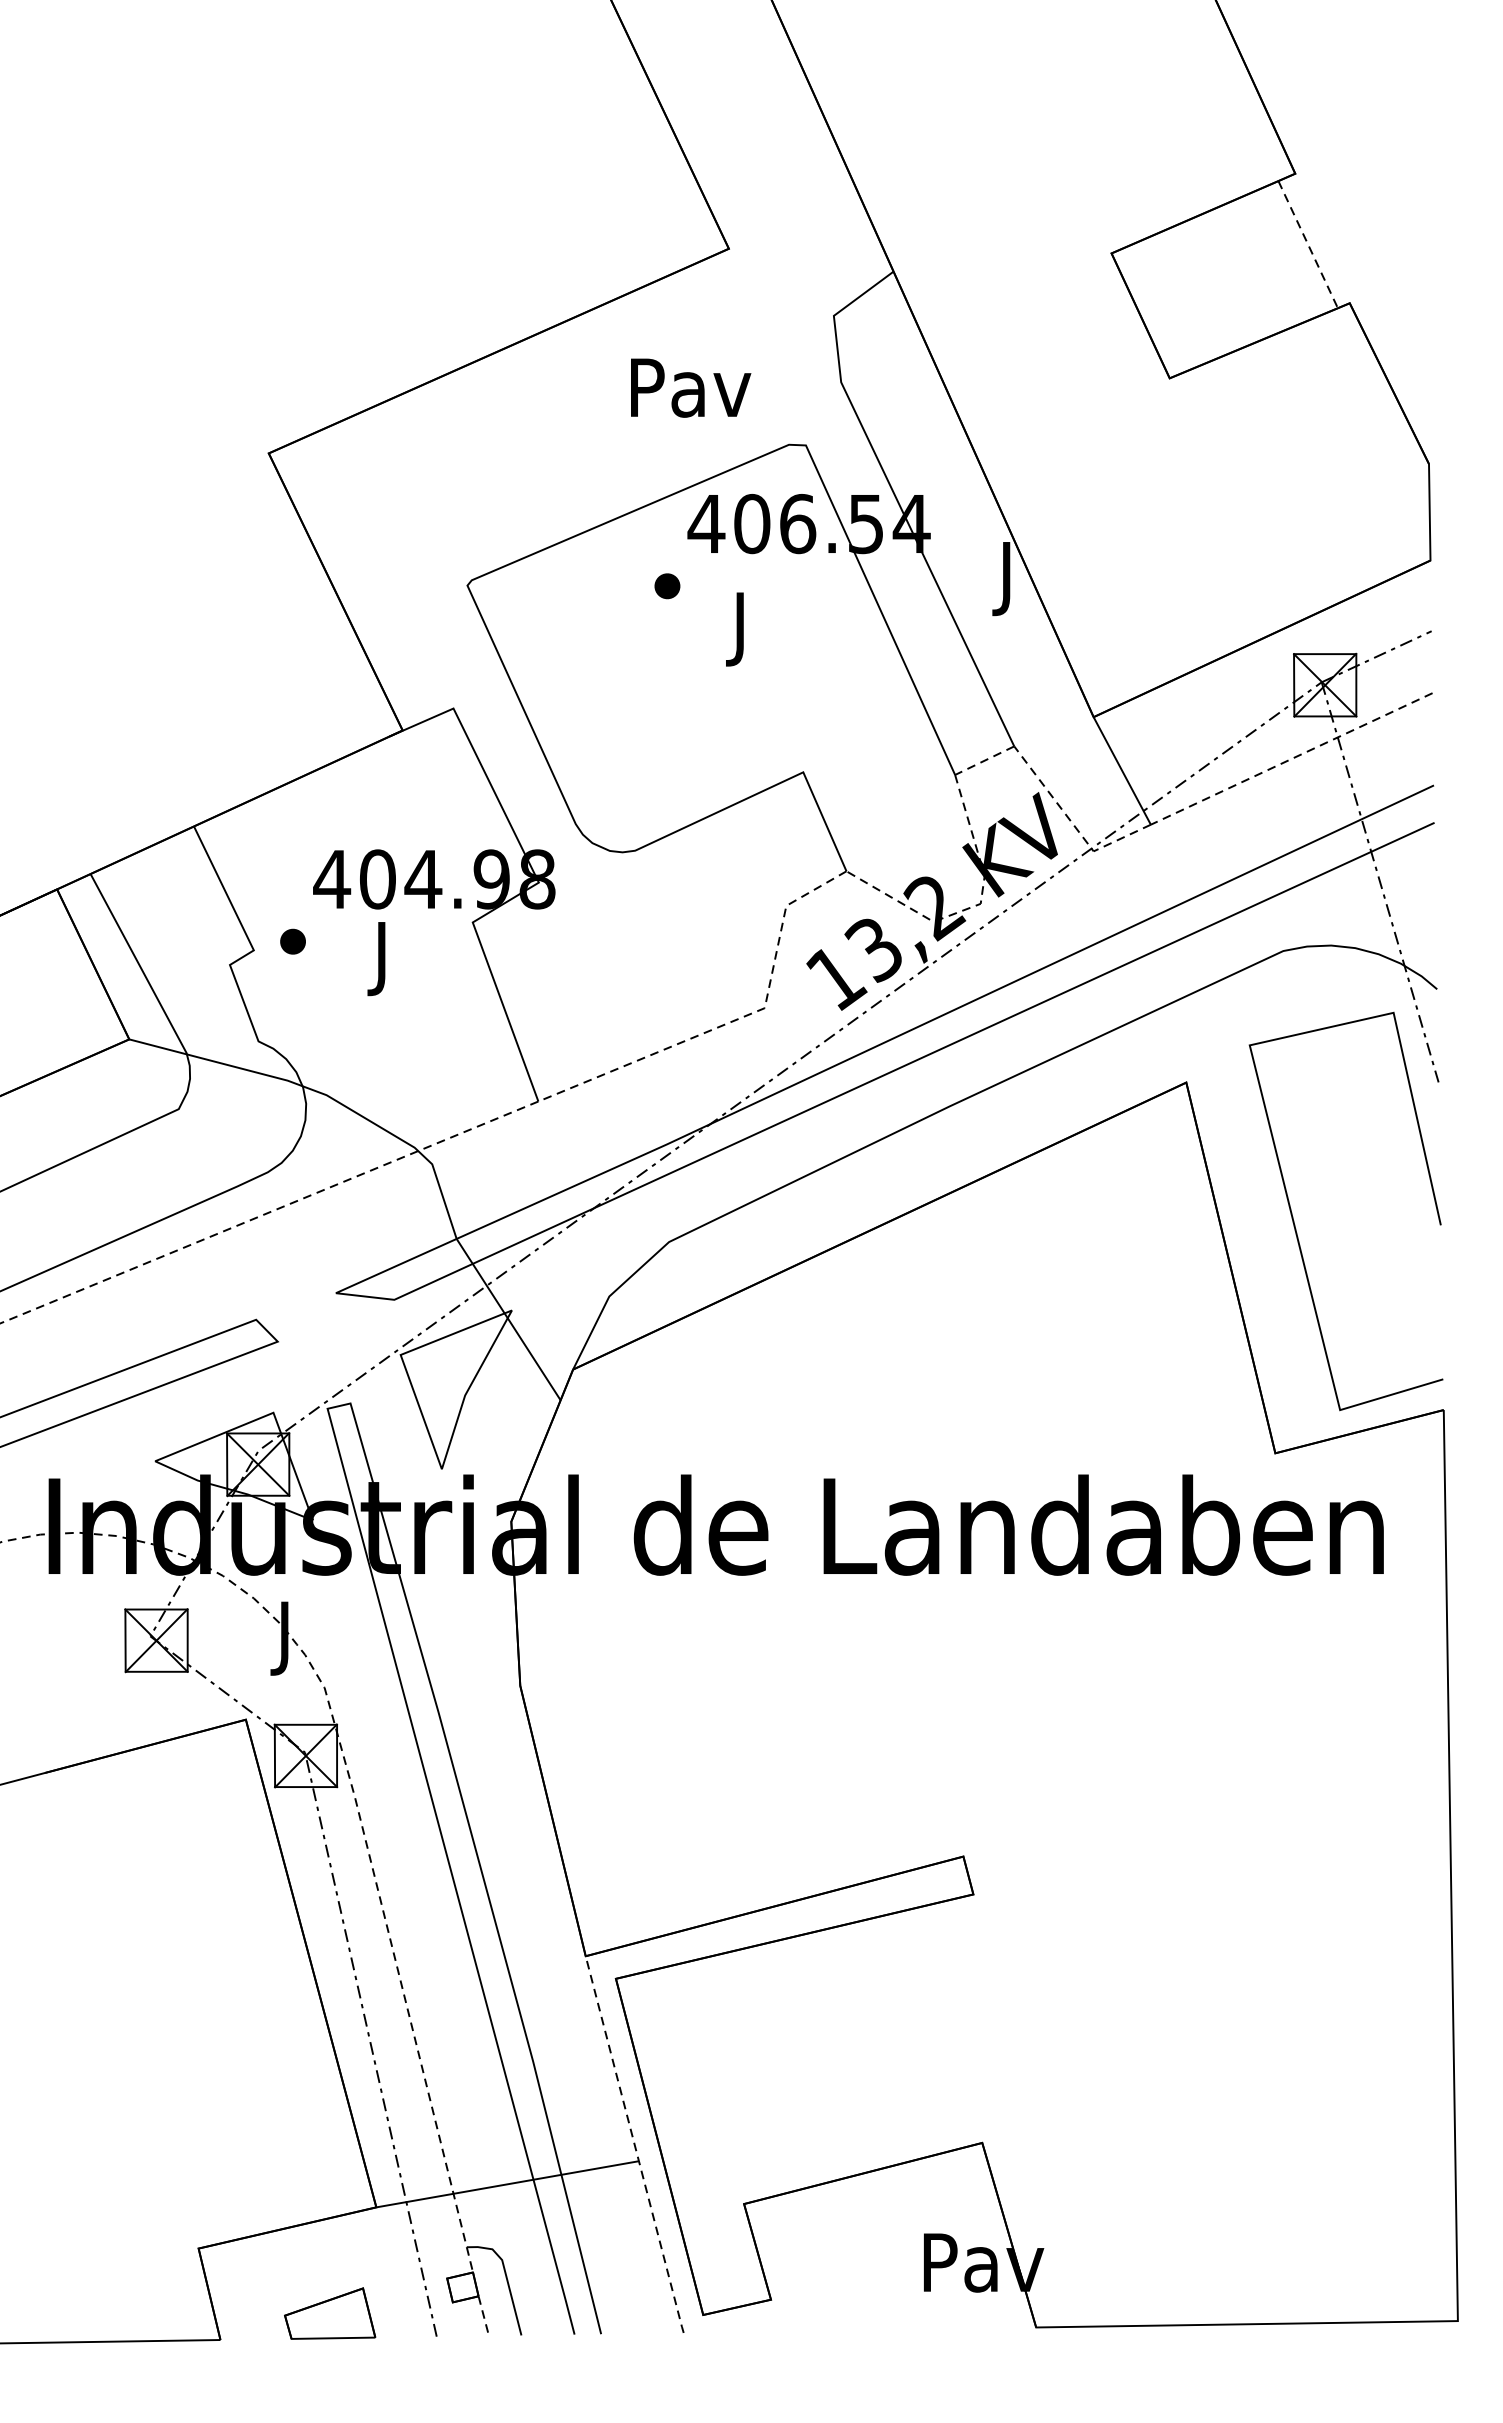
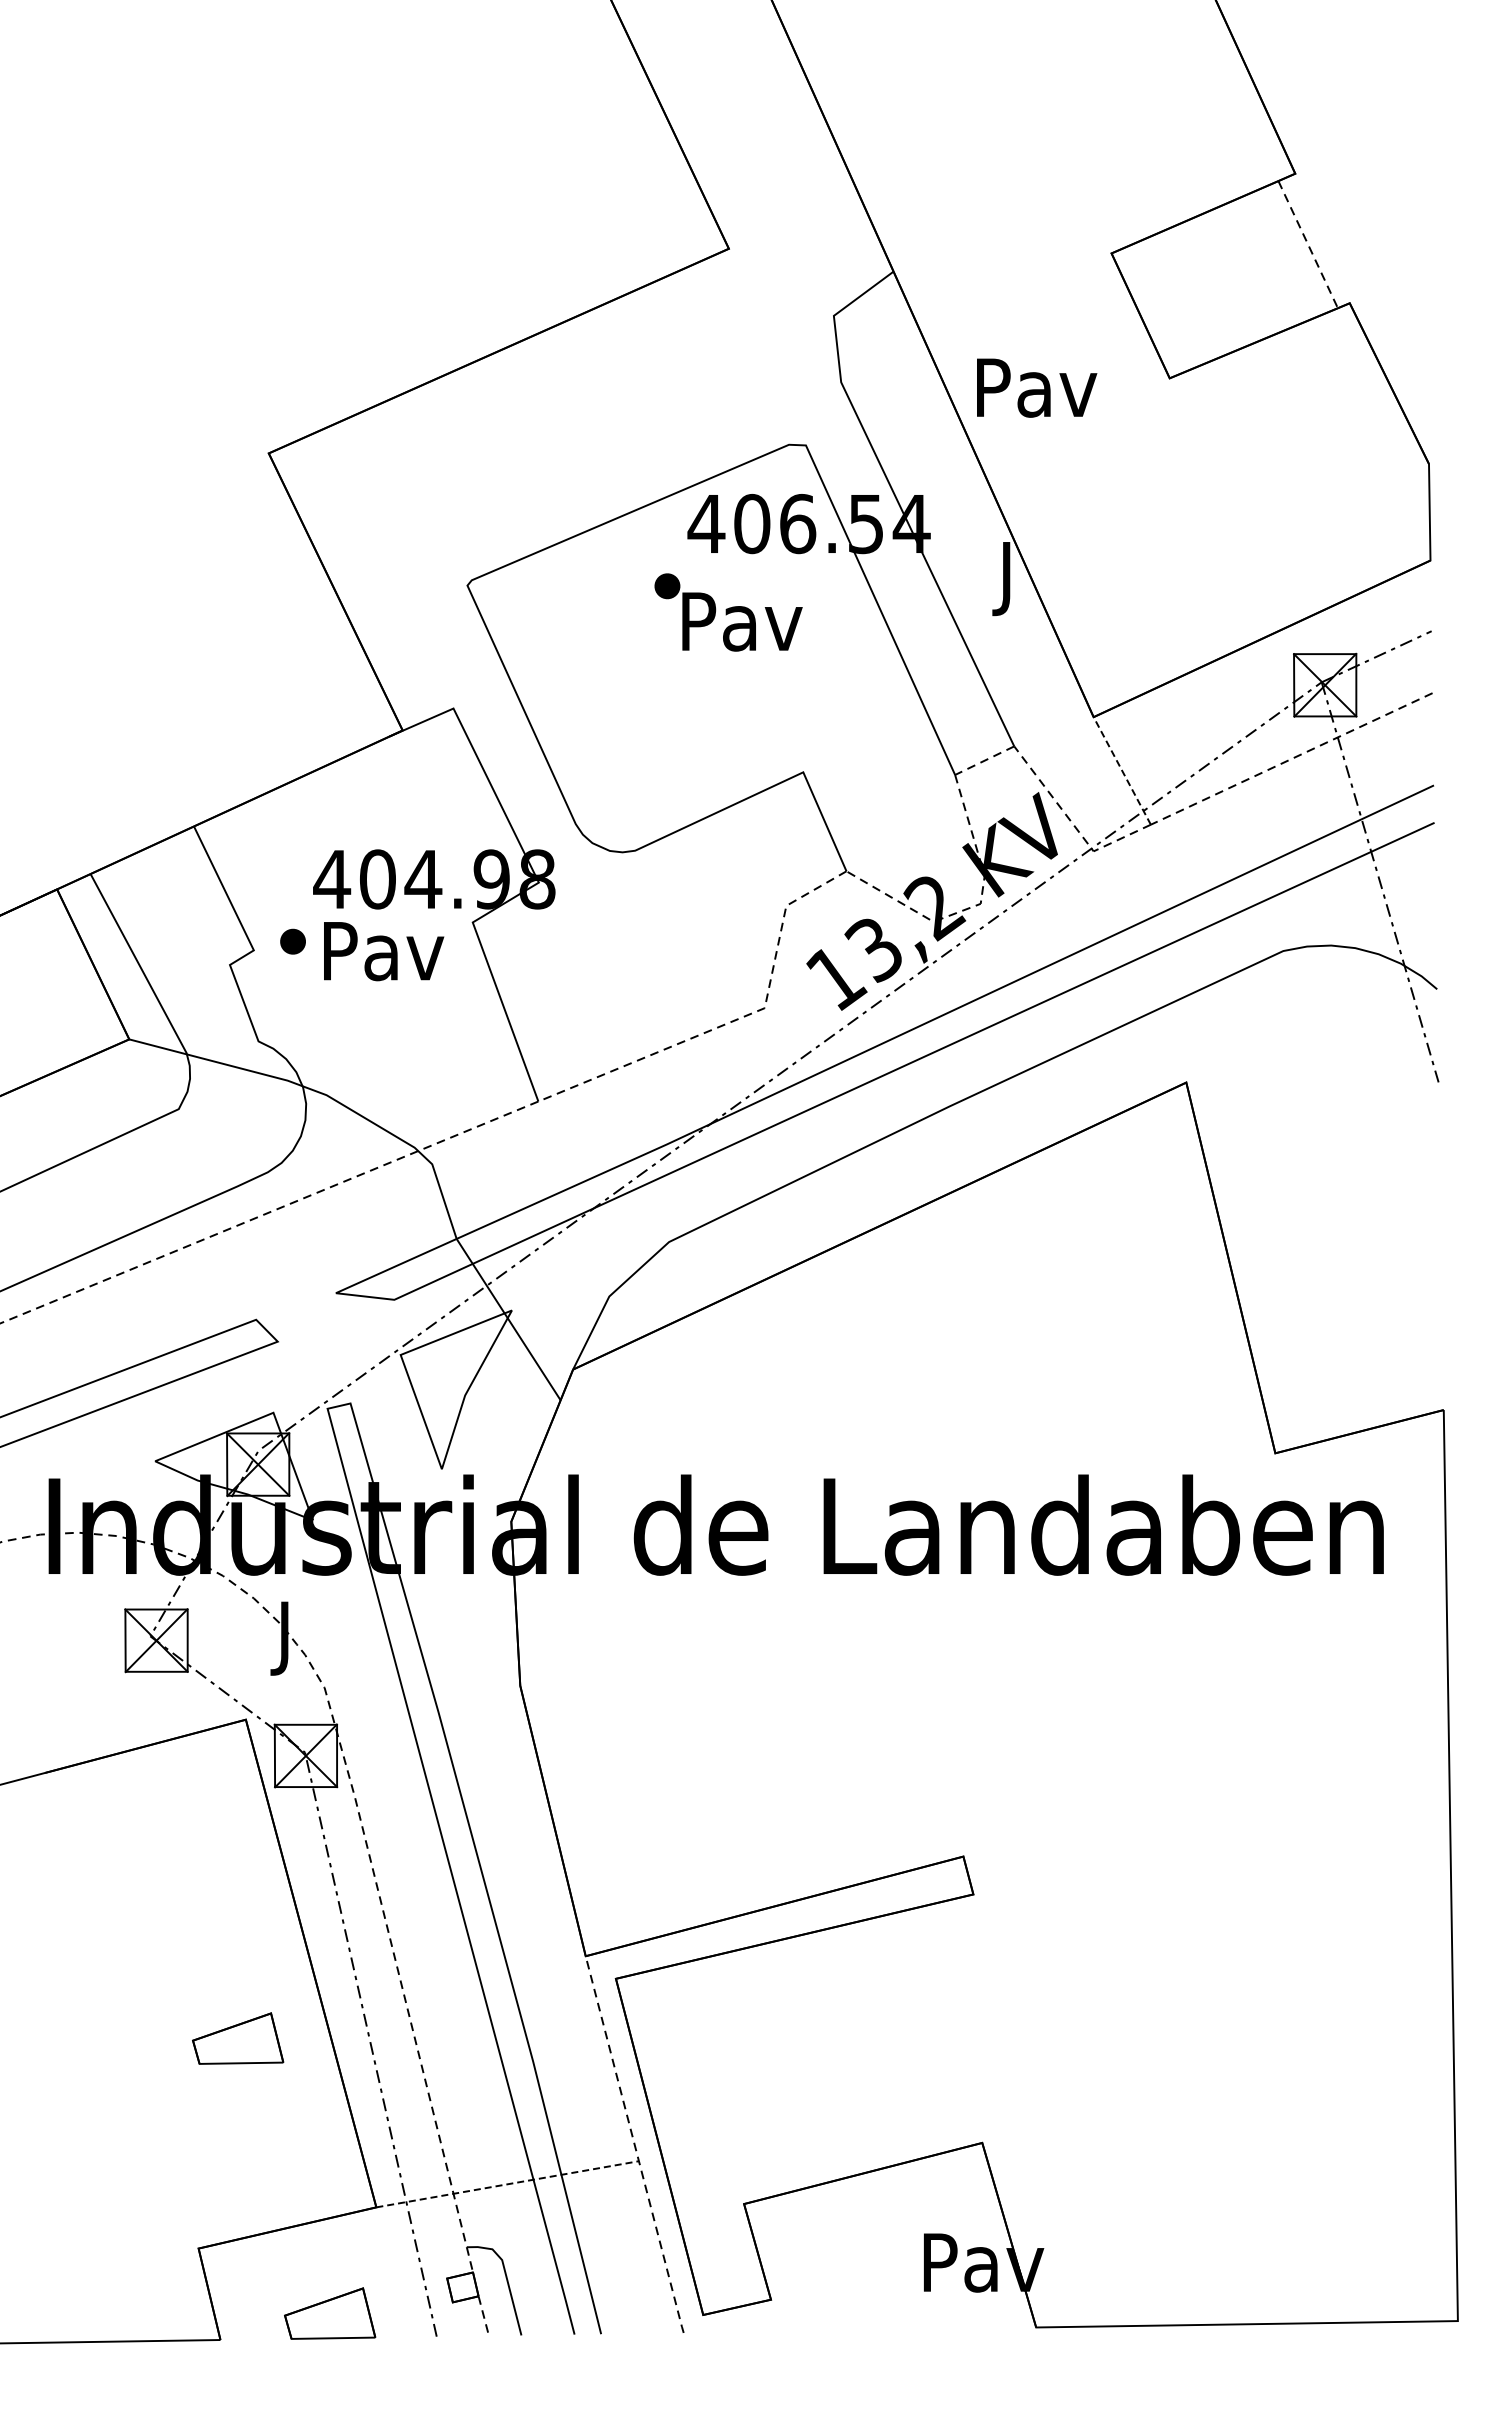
text at (691, 387) position: (691, 387) -> (1037, 387)
text at (742, 629): J -> Pav
line at (1122, 770): solid -> dashed
text at (384, 959): J -> Pav
line at (1295, 1224): present -> none
part at (238, 2038): none -> present
line at (508, 2184): solid -> dashed
